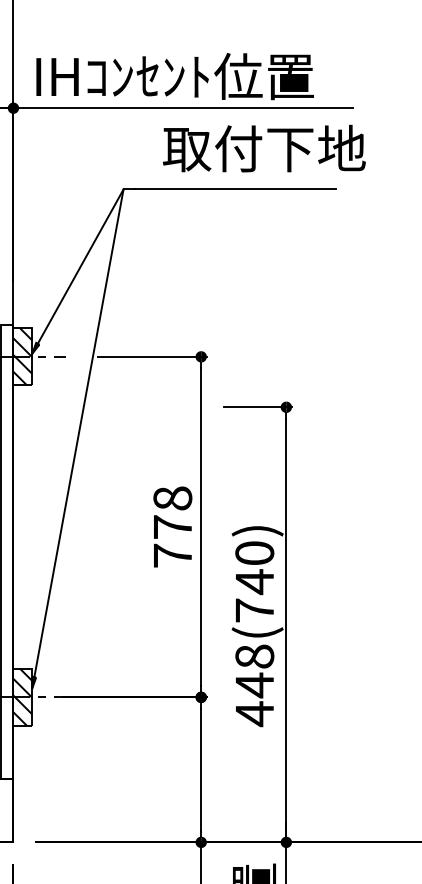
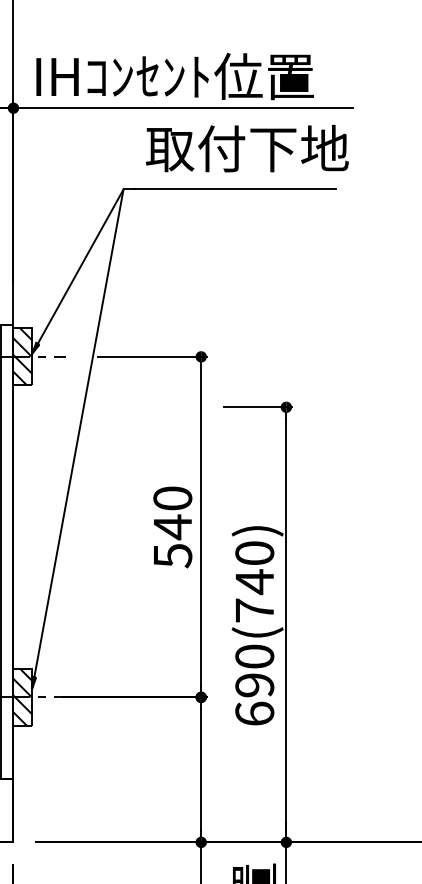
text at (263, 148) position: (263, 148) -> (246, 148)
text at (172, 527): 778 -> 540
text at (254, 685): 448(740) -> 690(740)
